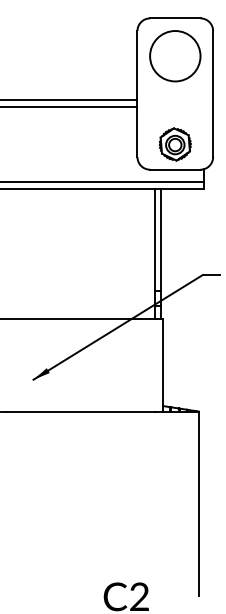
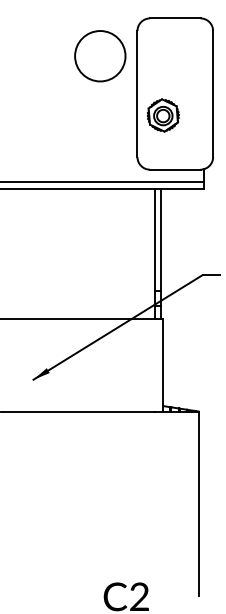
circle at (175, 56) position: (175, 56) -> (100, 56)
line at (69, 100): present -> none
line at (69, 107): present -> none
part at (174, 144) position: (174, 144) -> (162, 115)
